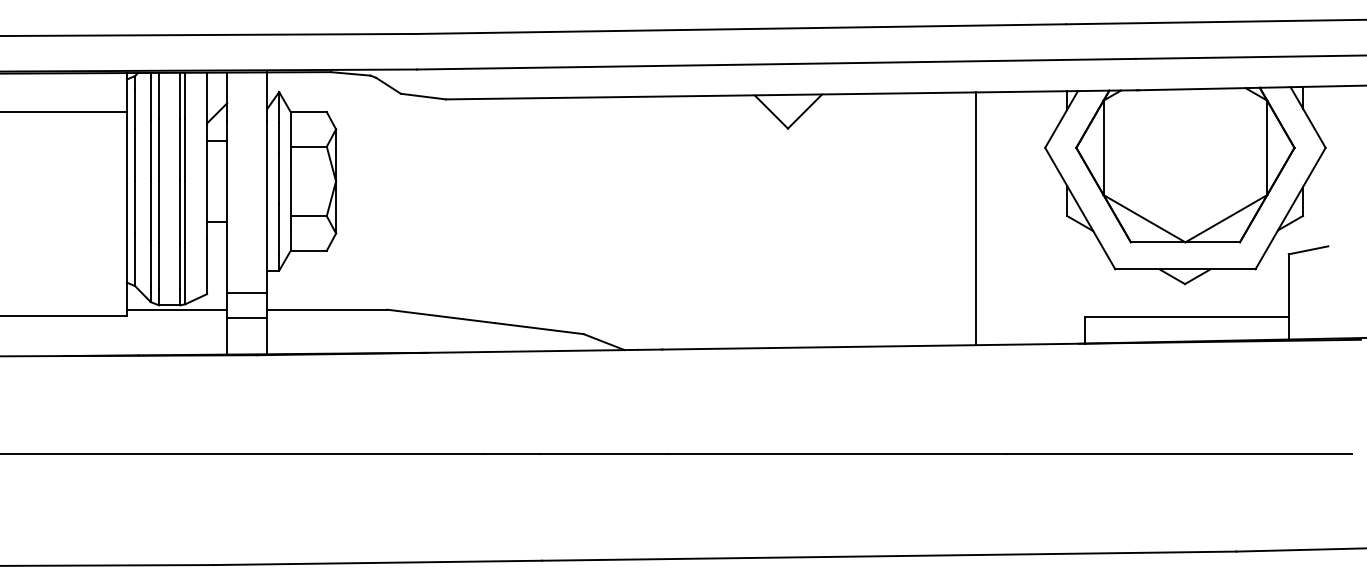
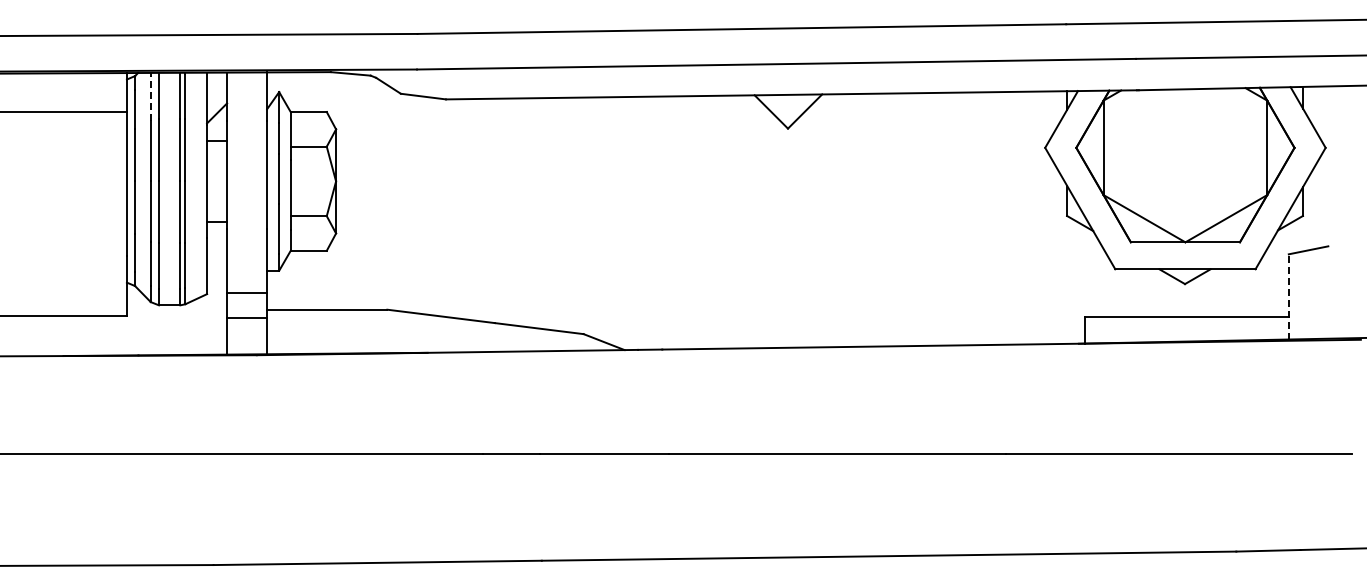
line at (150, 97): solid -> dashed
line at (975, 218): present -> none
line at (1288, 296): solid -> dashed
line at (176, 309): present -> none
